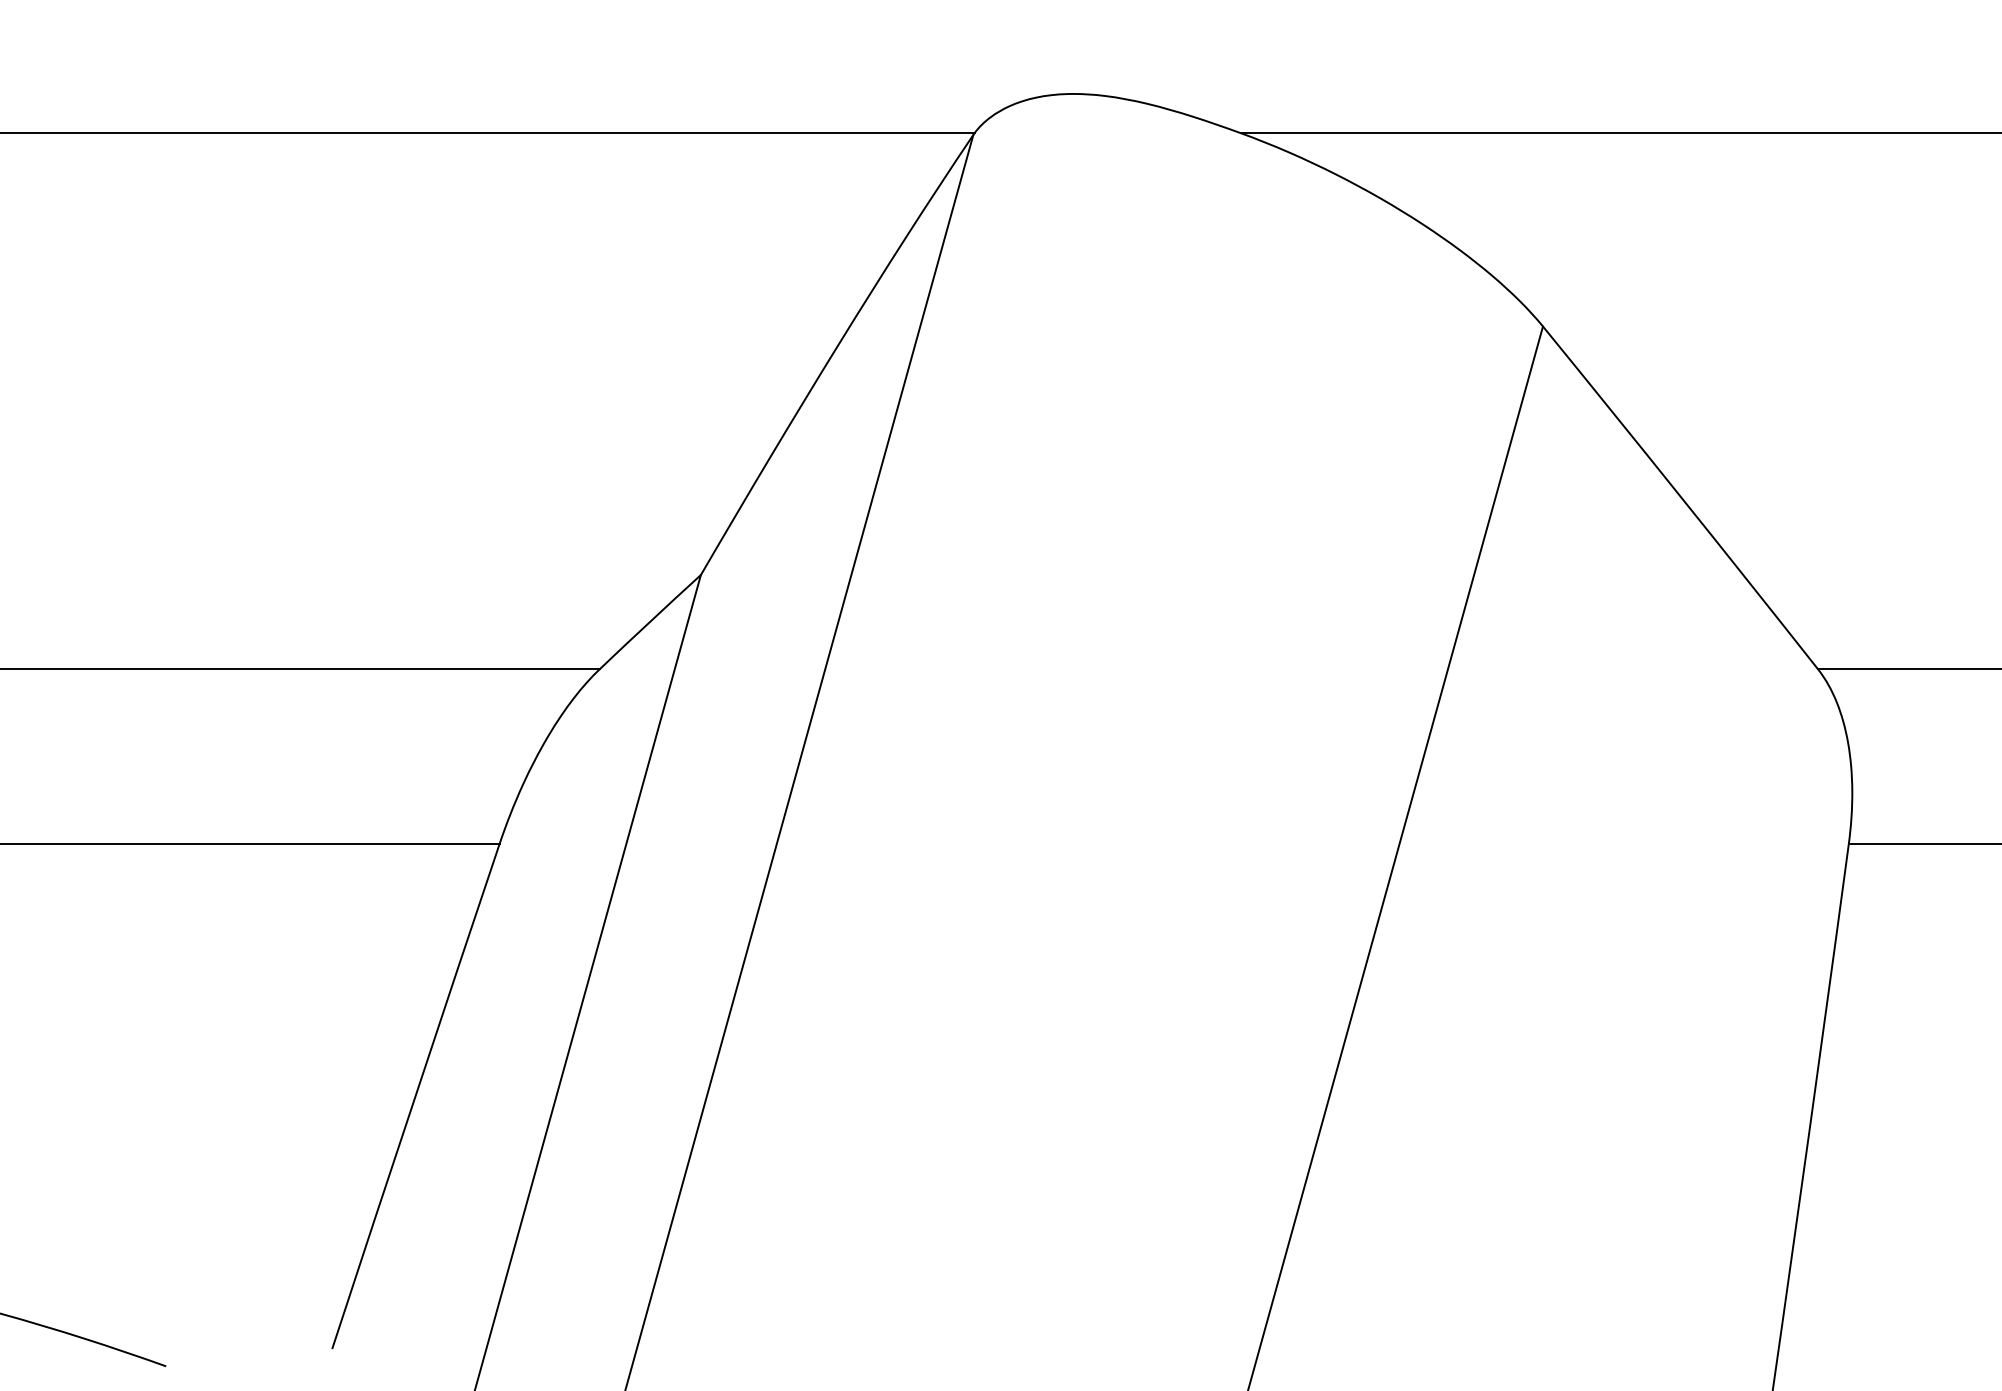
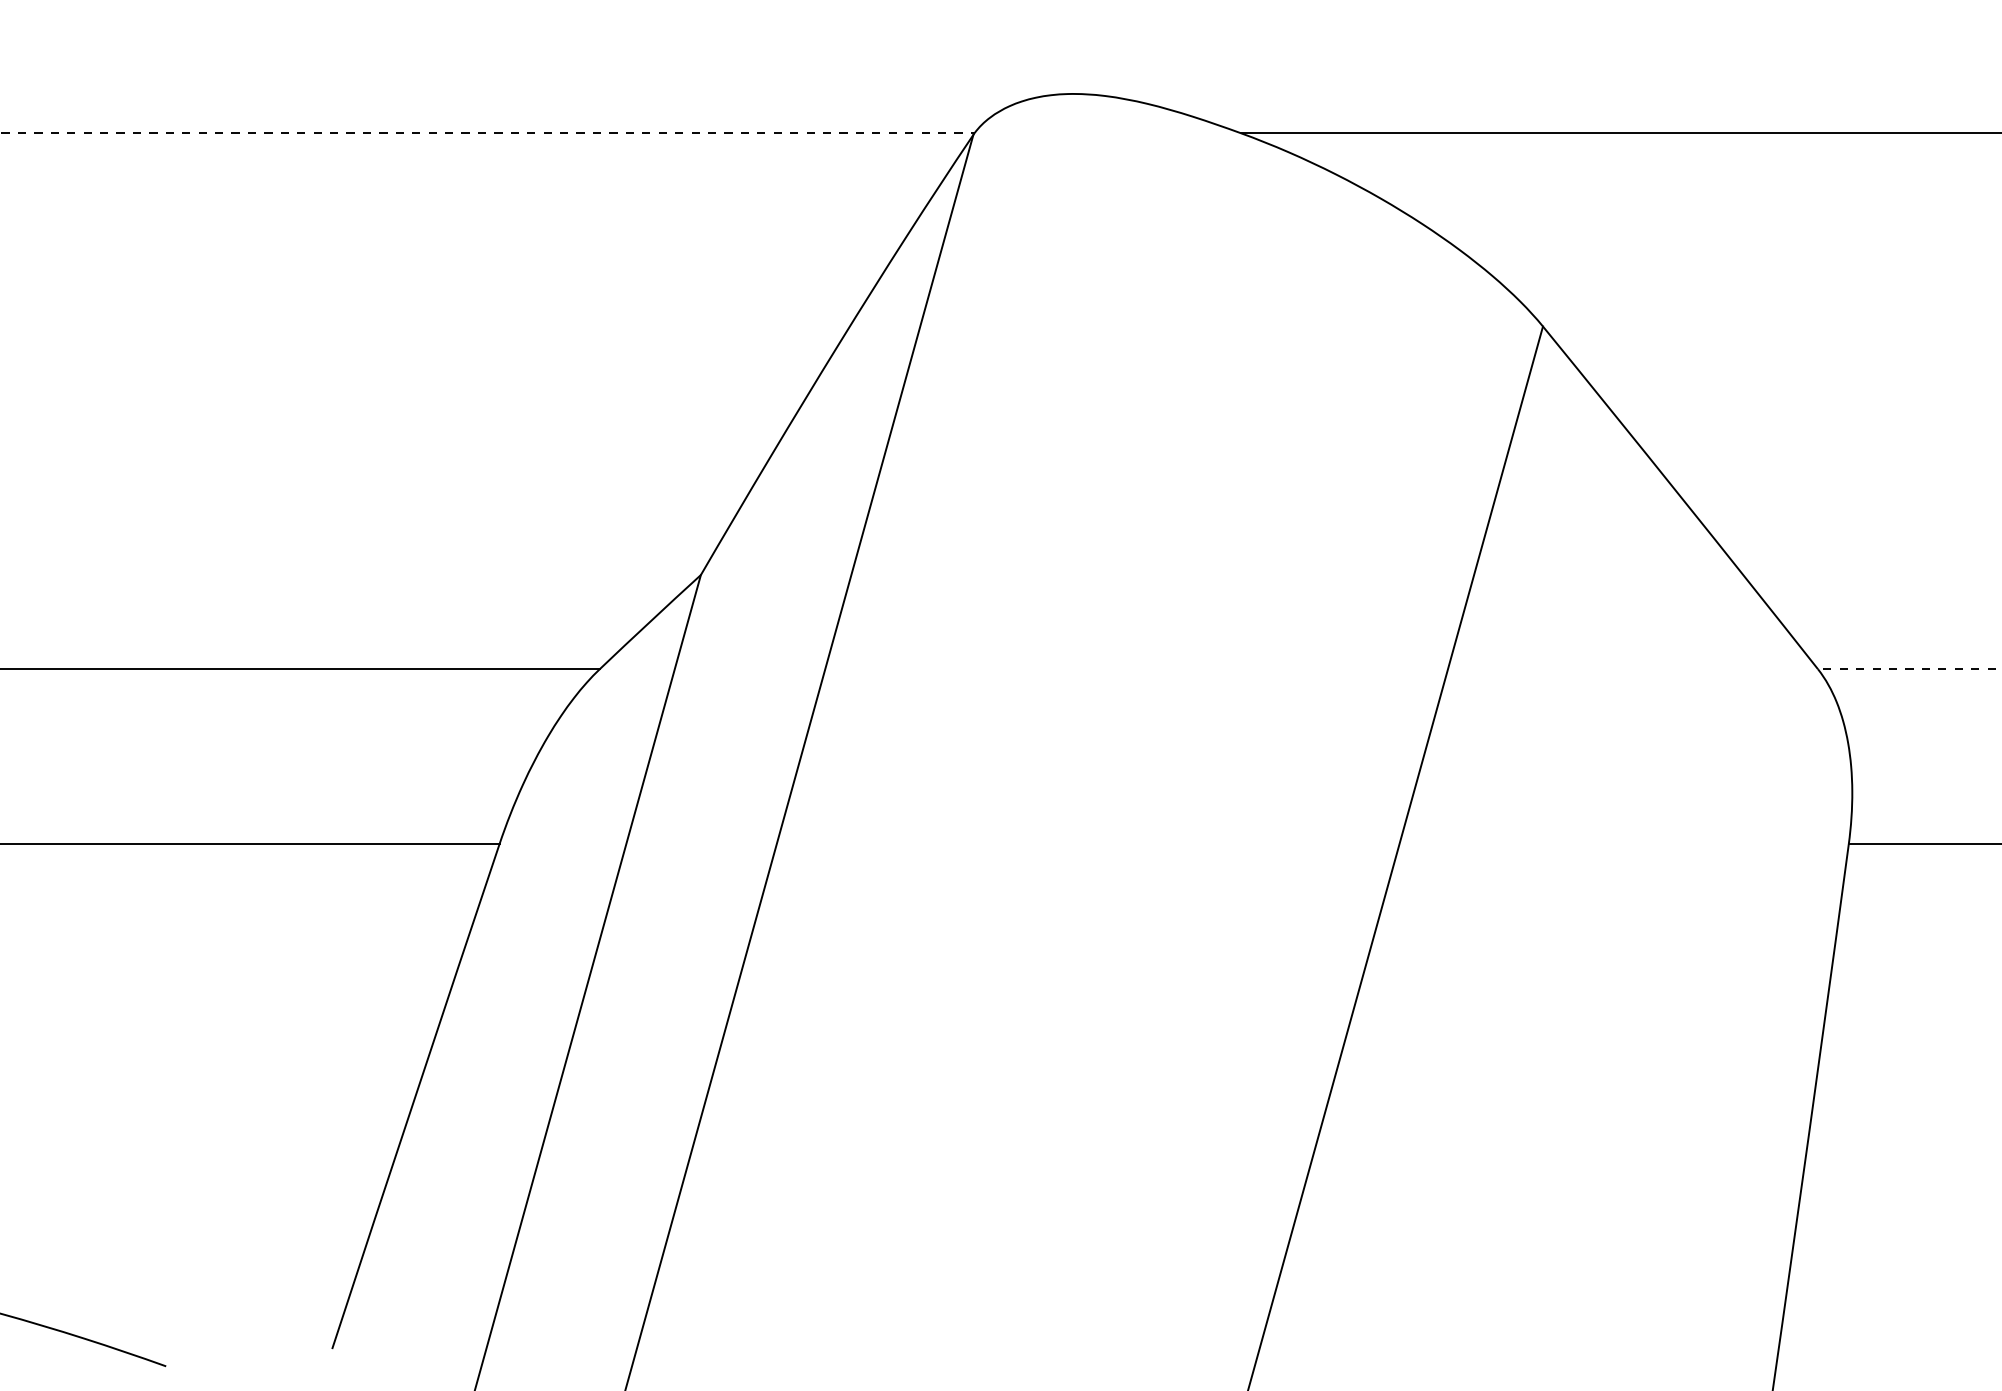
line at (487, 133): solid -> dashed
line at (1909, 669): solid -> dashed
